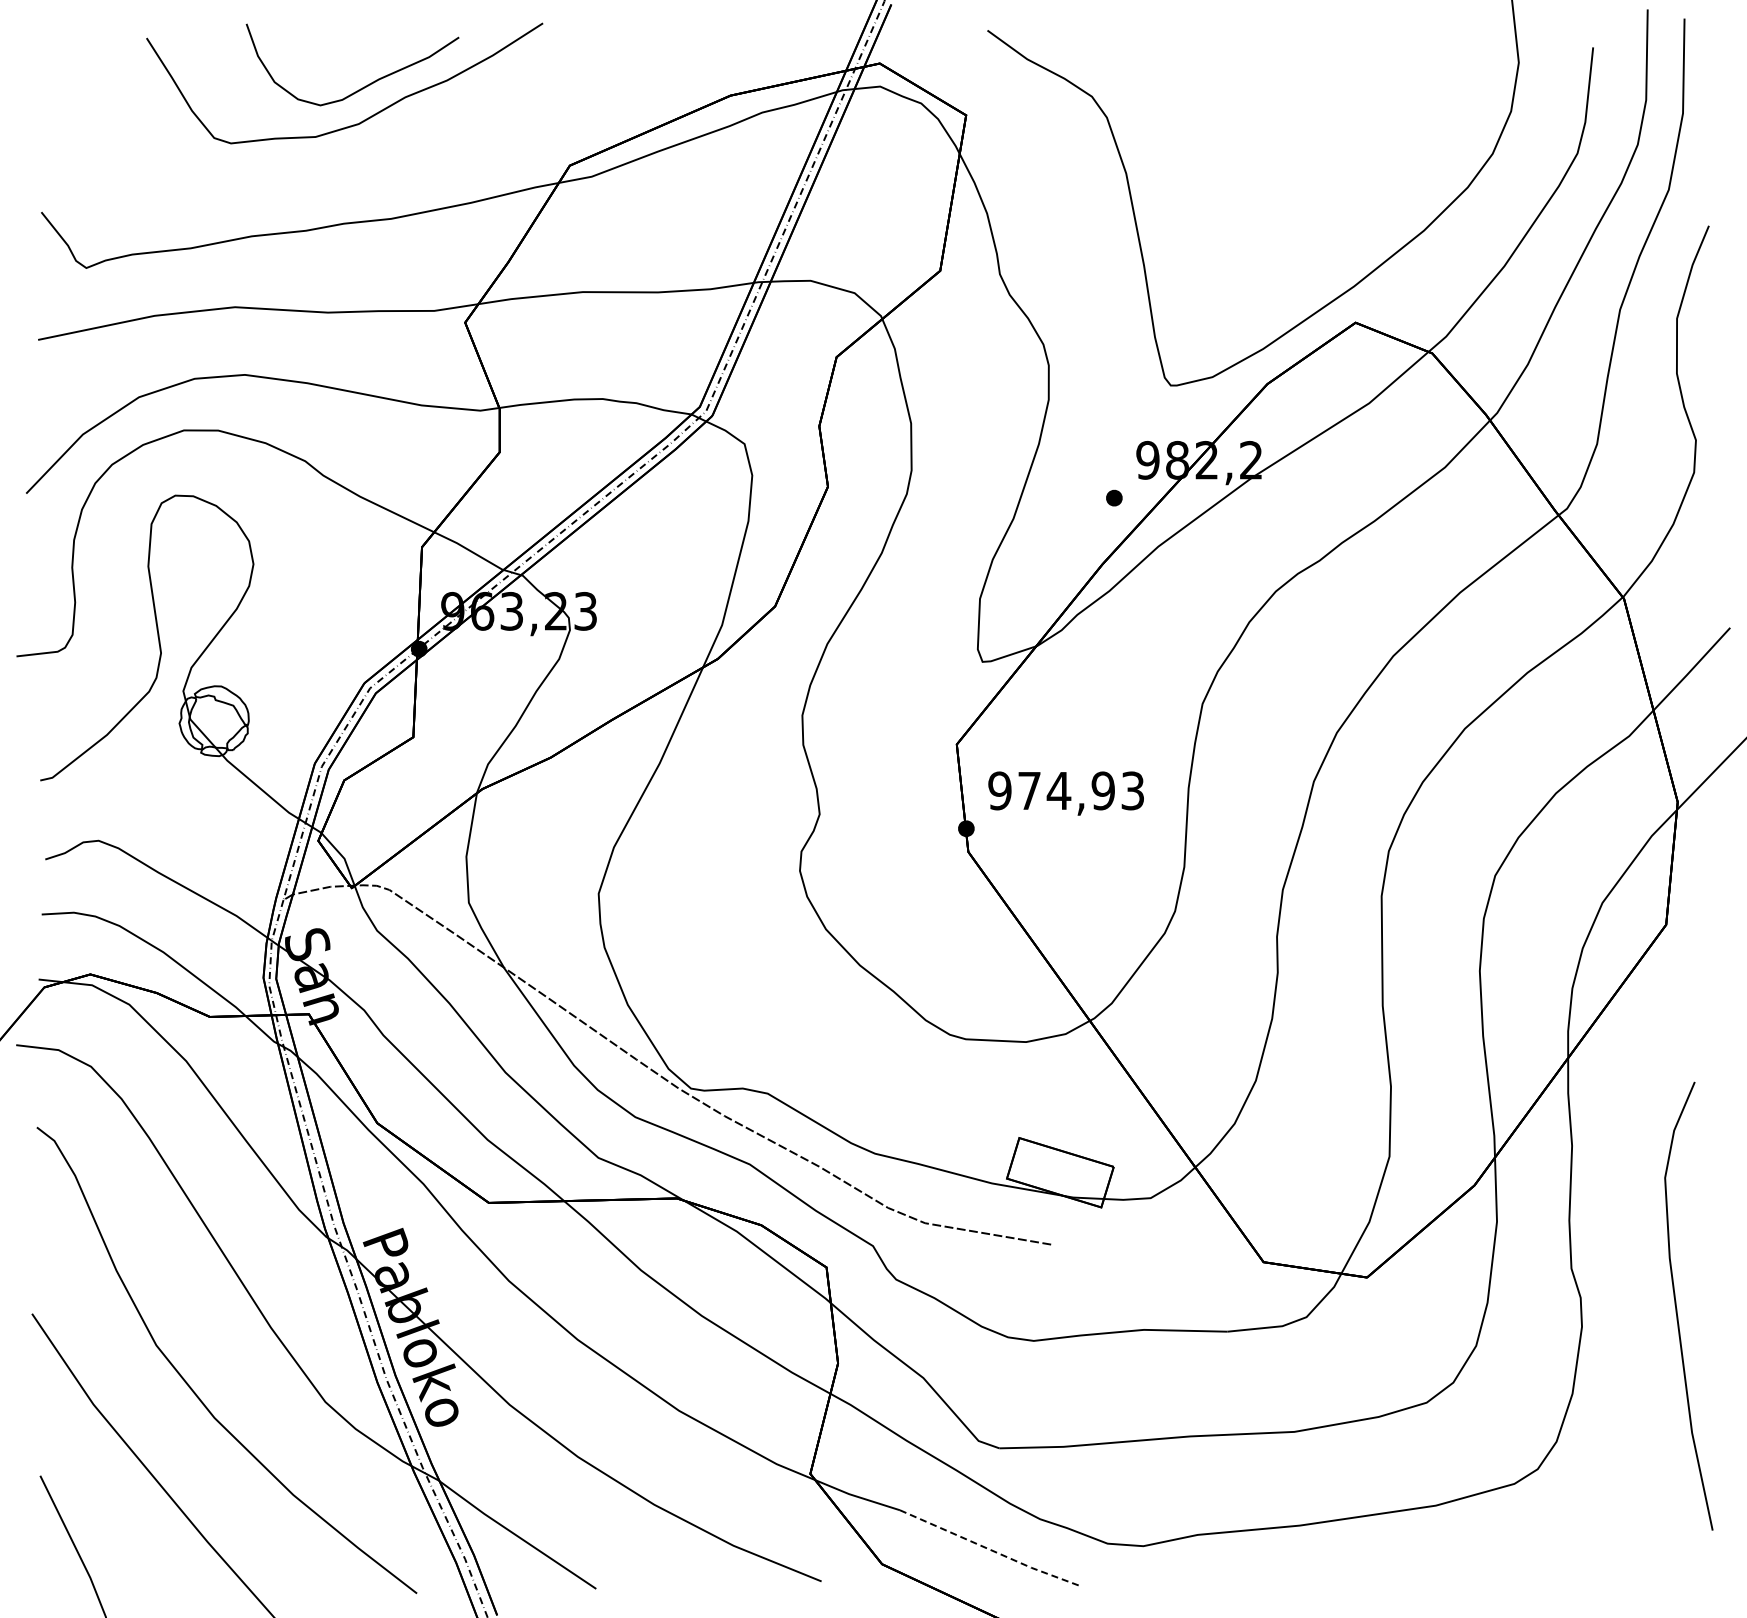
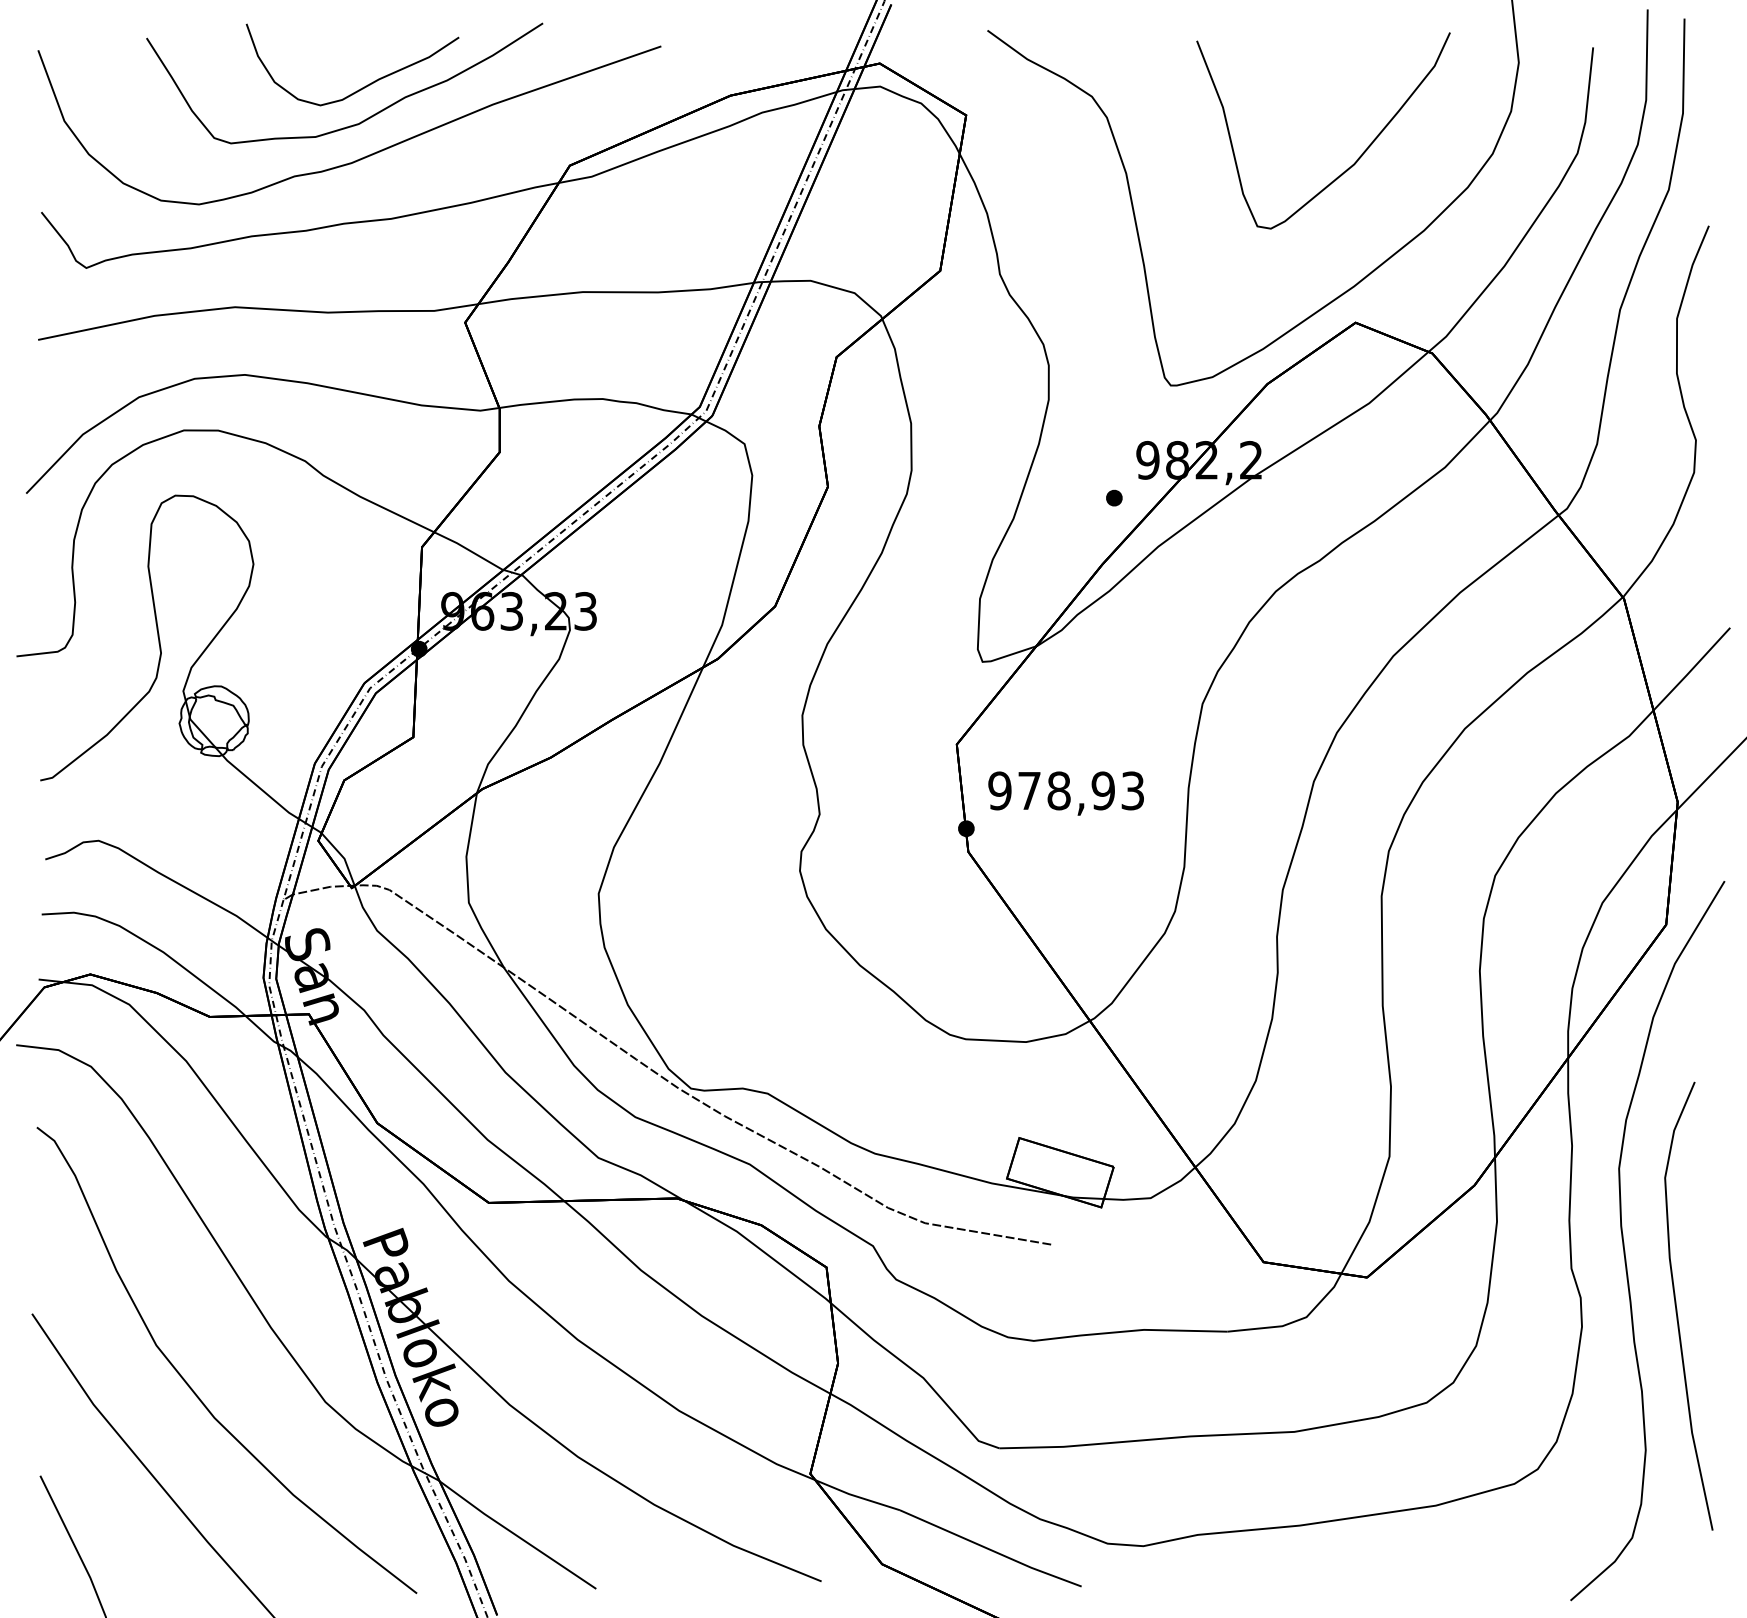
curve at (364, 156): none -> present
curve at (1357, 158): none -> present
text at (1058, 790): 974,93 -> 978,93
curve at (1624, 1242): none -> present
line at (991, 1550): dashed -> solid
